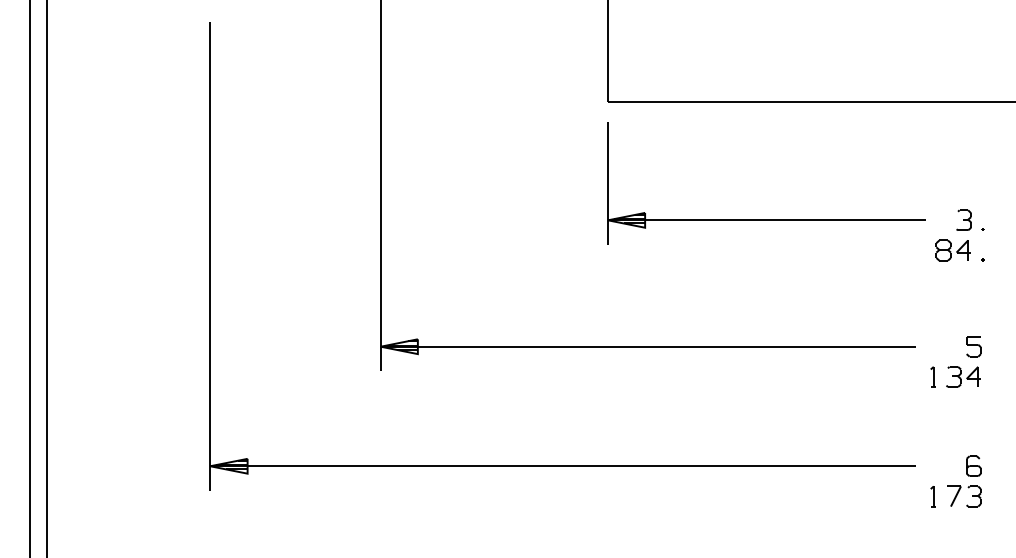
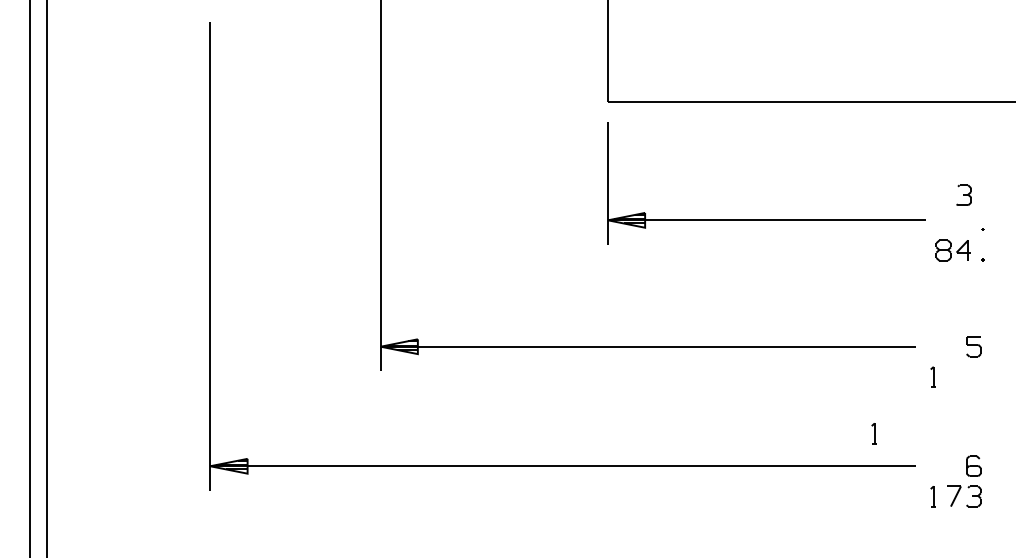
part at (963, 219) position: (963, 219) -> (963, 194)
part at (963, 376): present -> none
part at (873, 433): none -> present
